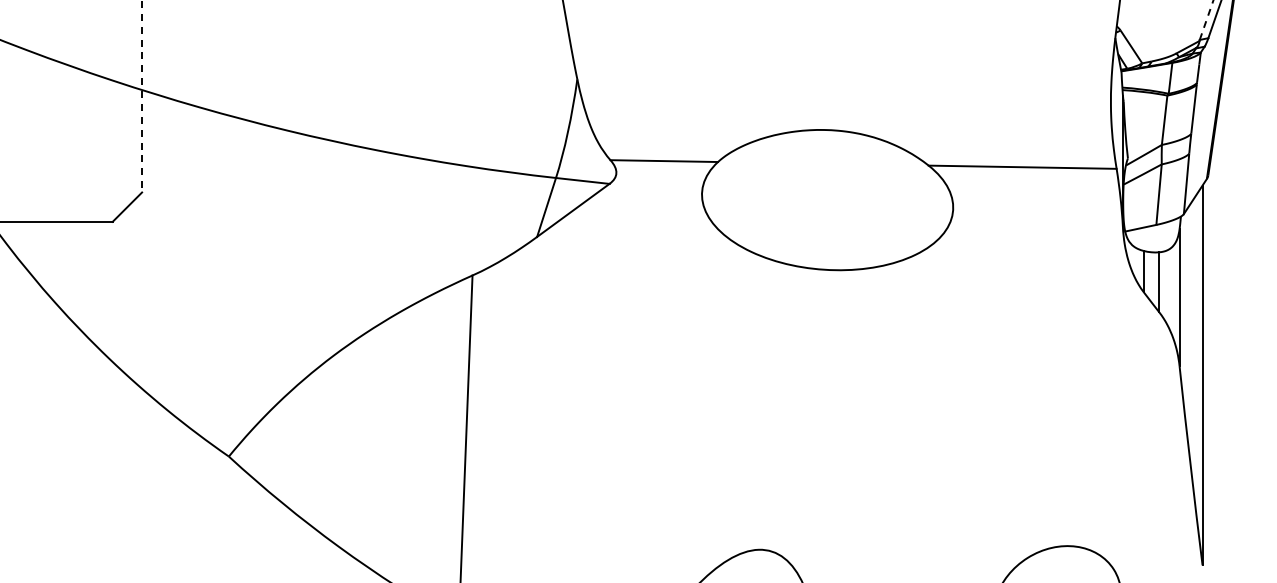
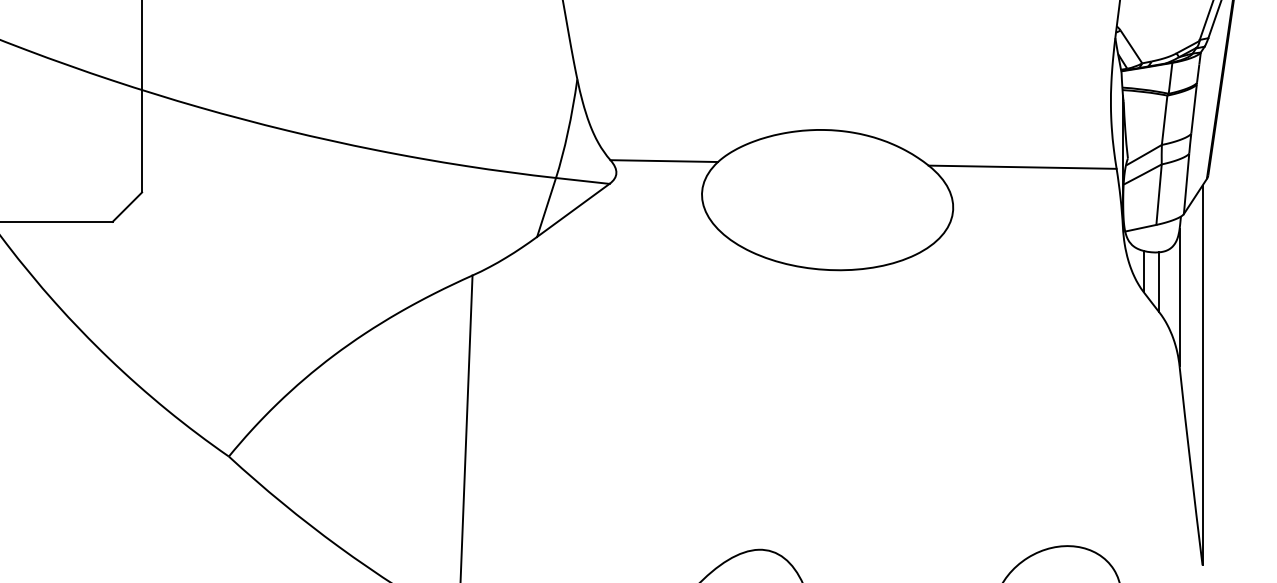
line at (1206, 20): dashed -> solid
line at (142, 96): dashed -> solid
